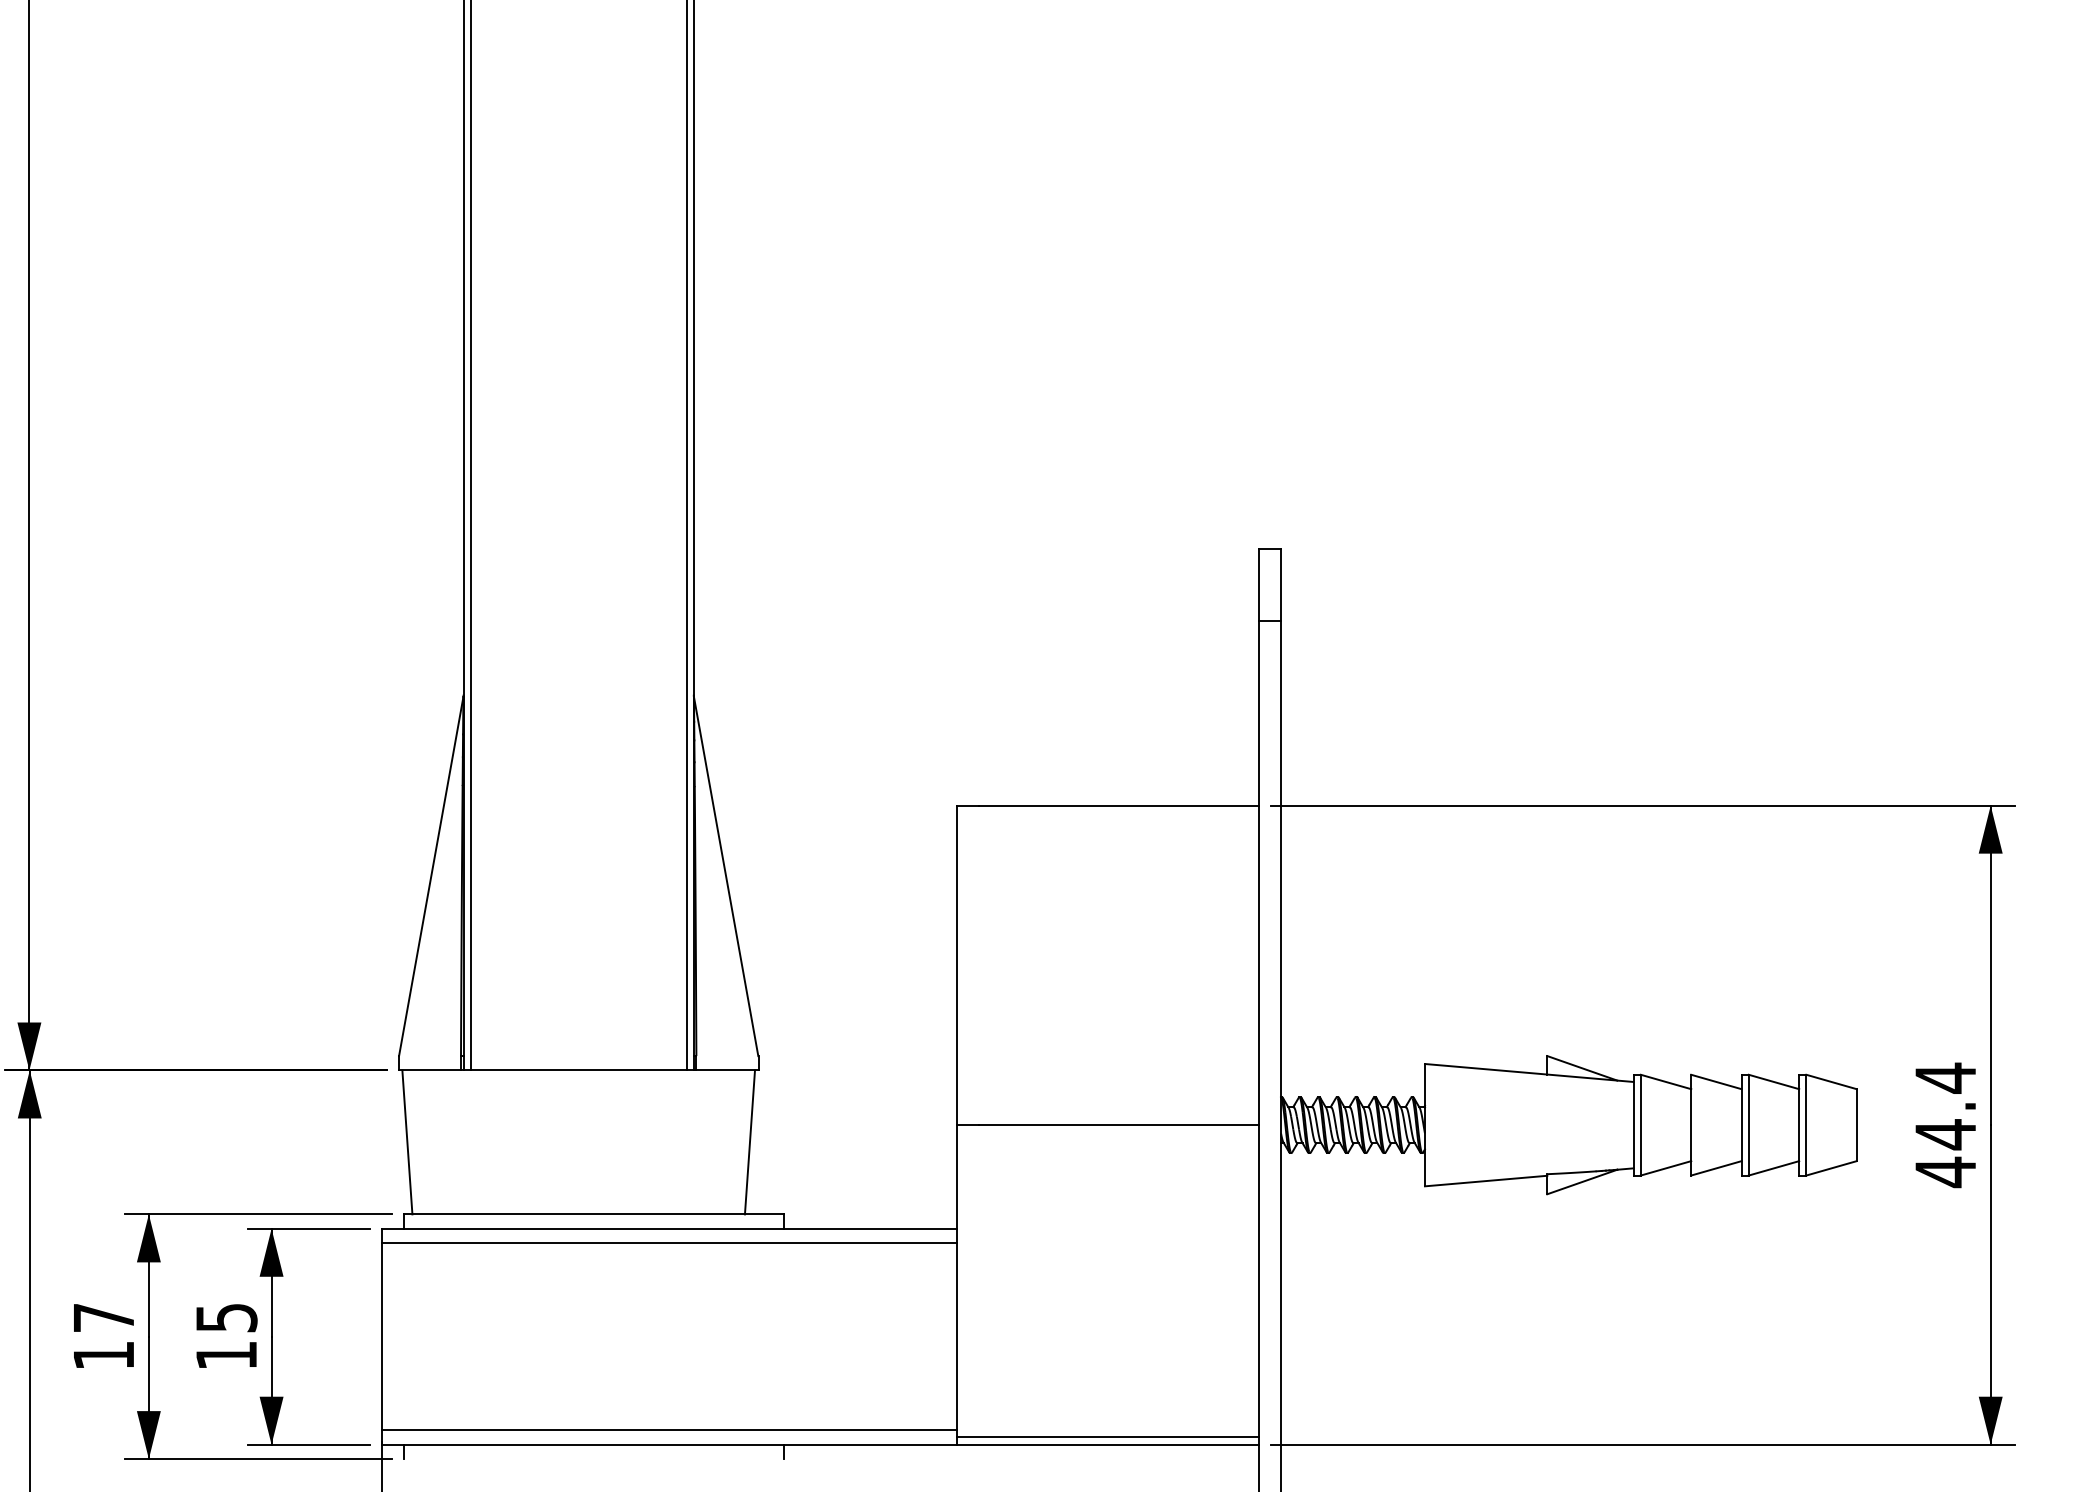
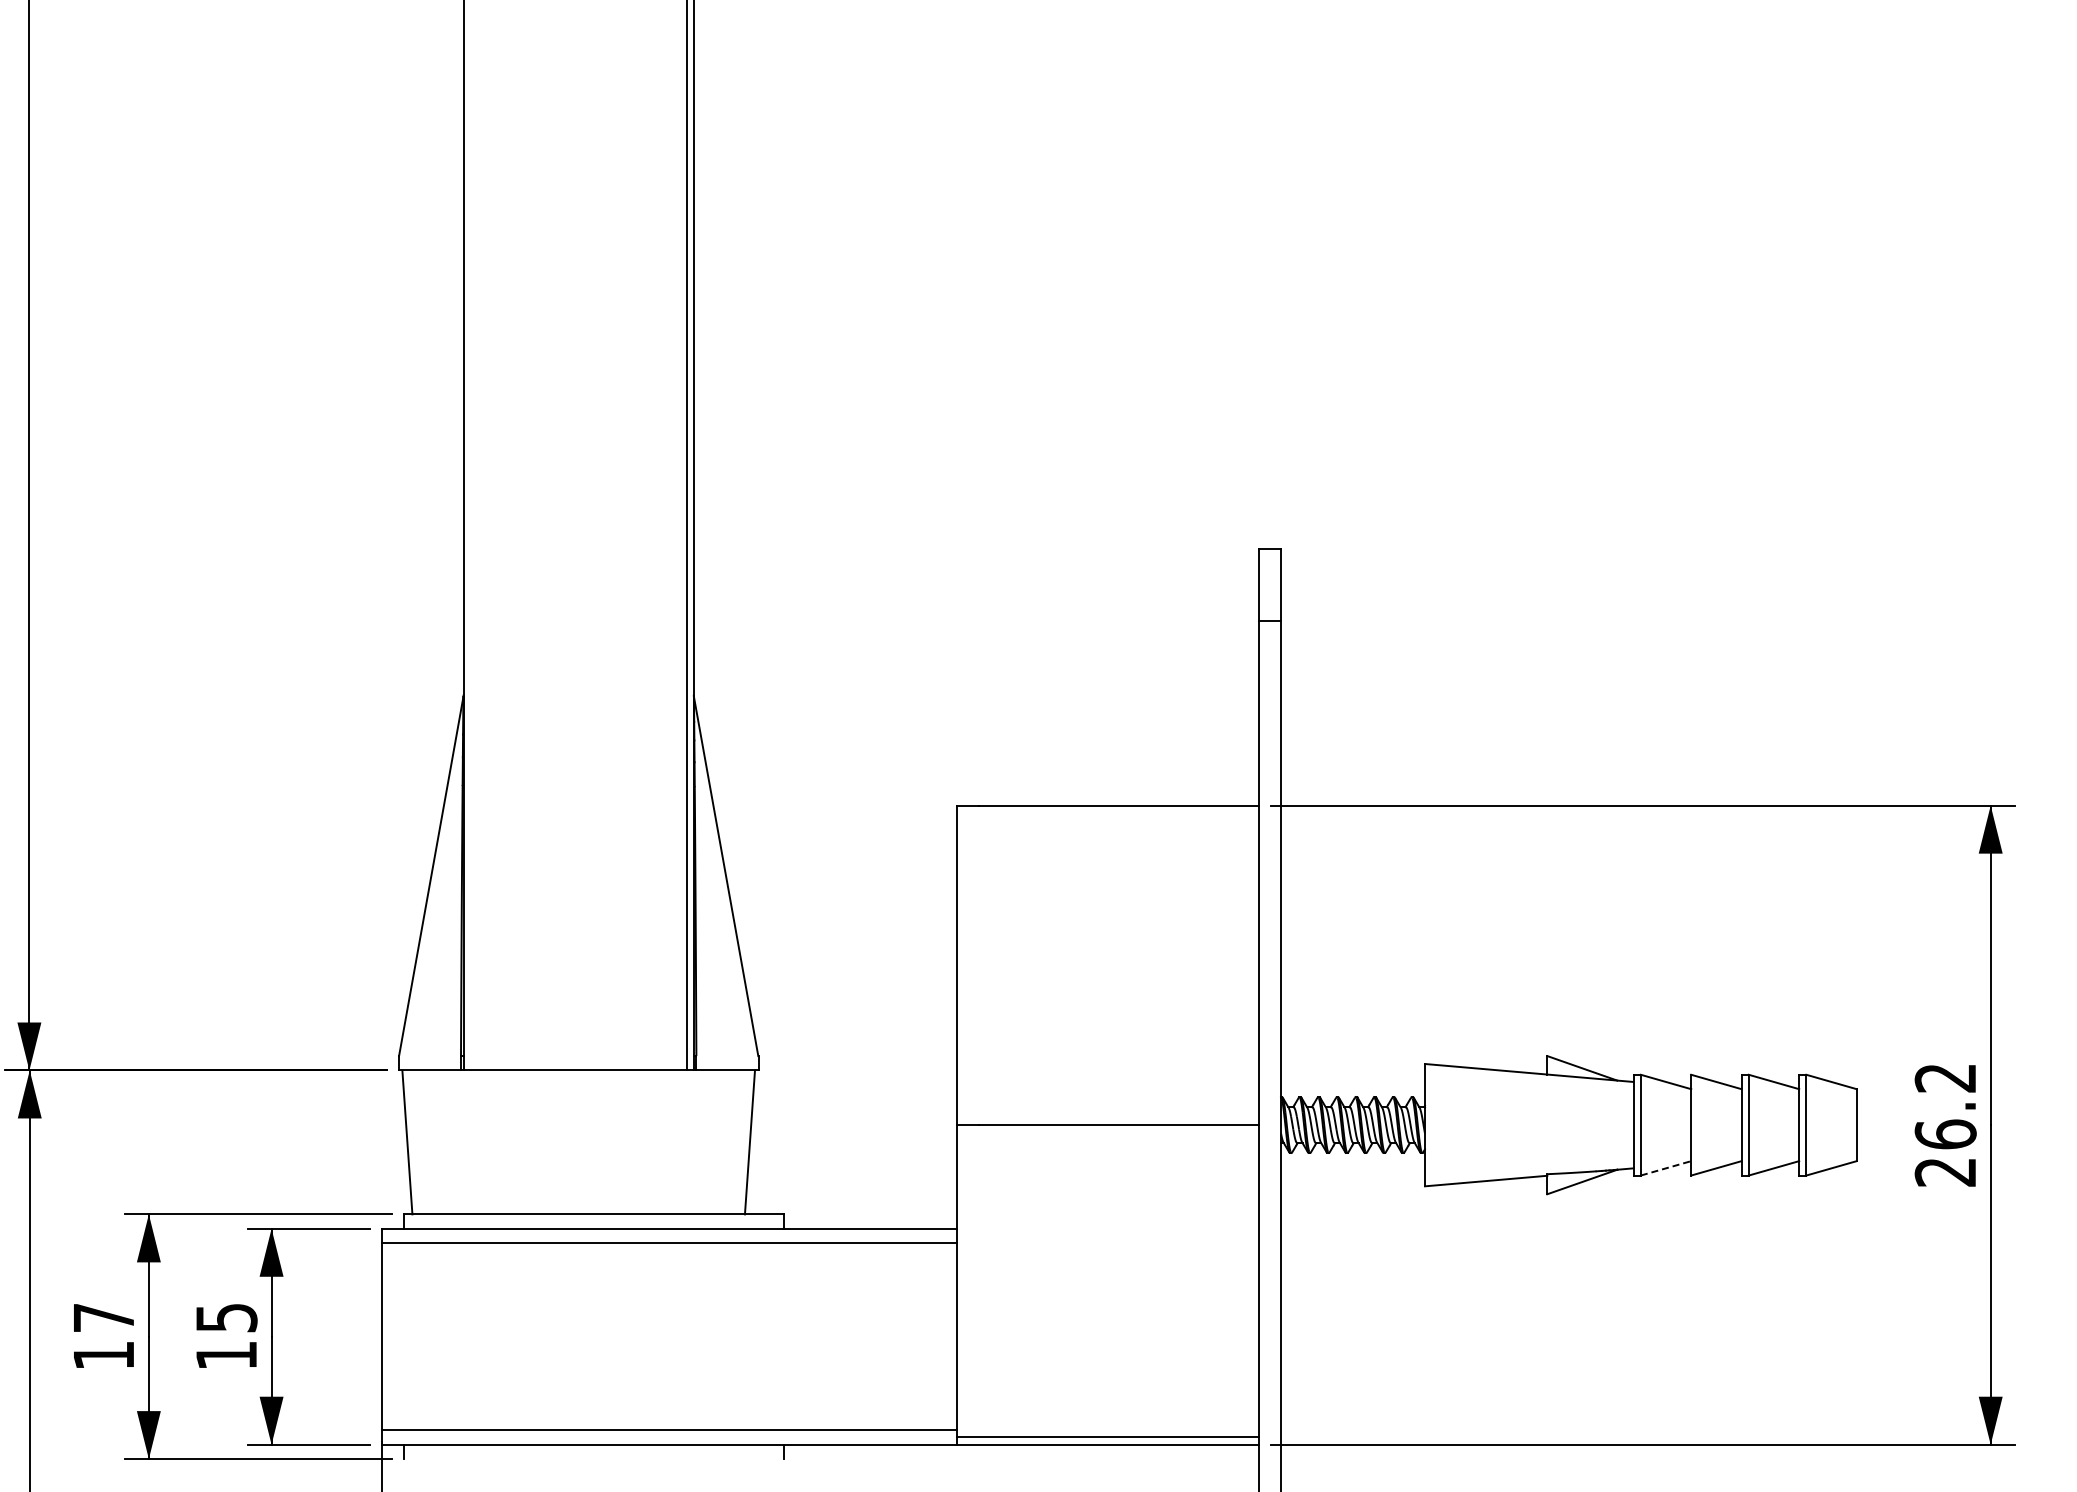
line at (470, 536): present -> none
text at (1945, 1125): 44.4 -> 26.2
line at (1666, 1168): solid -> dashed
